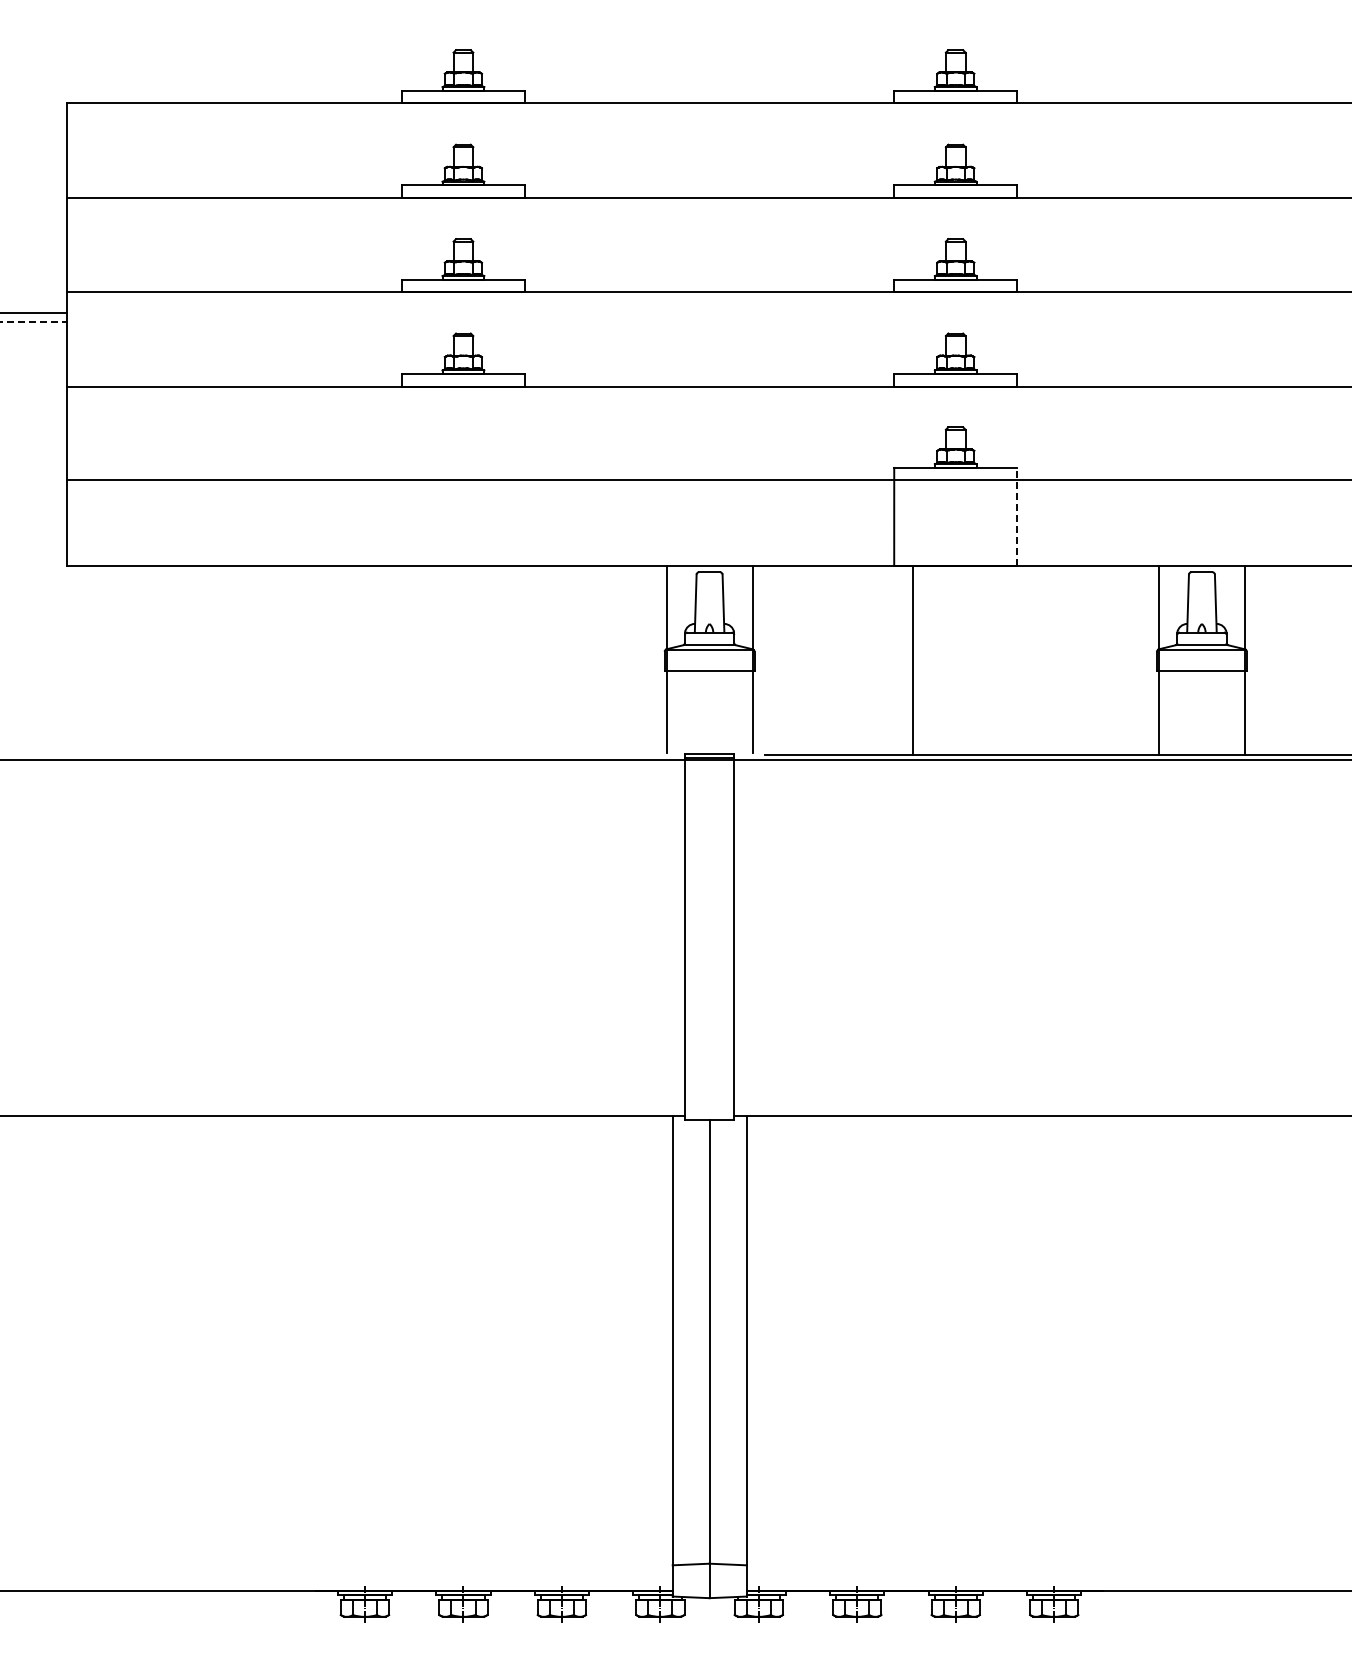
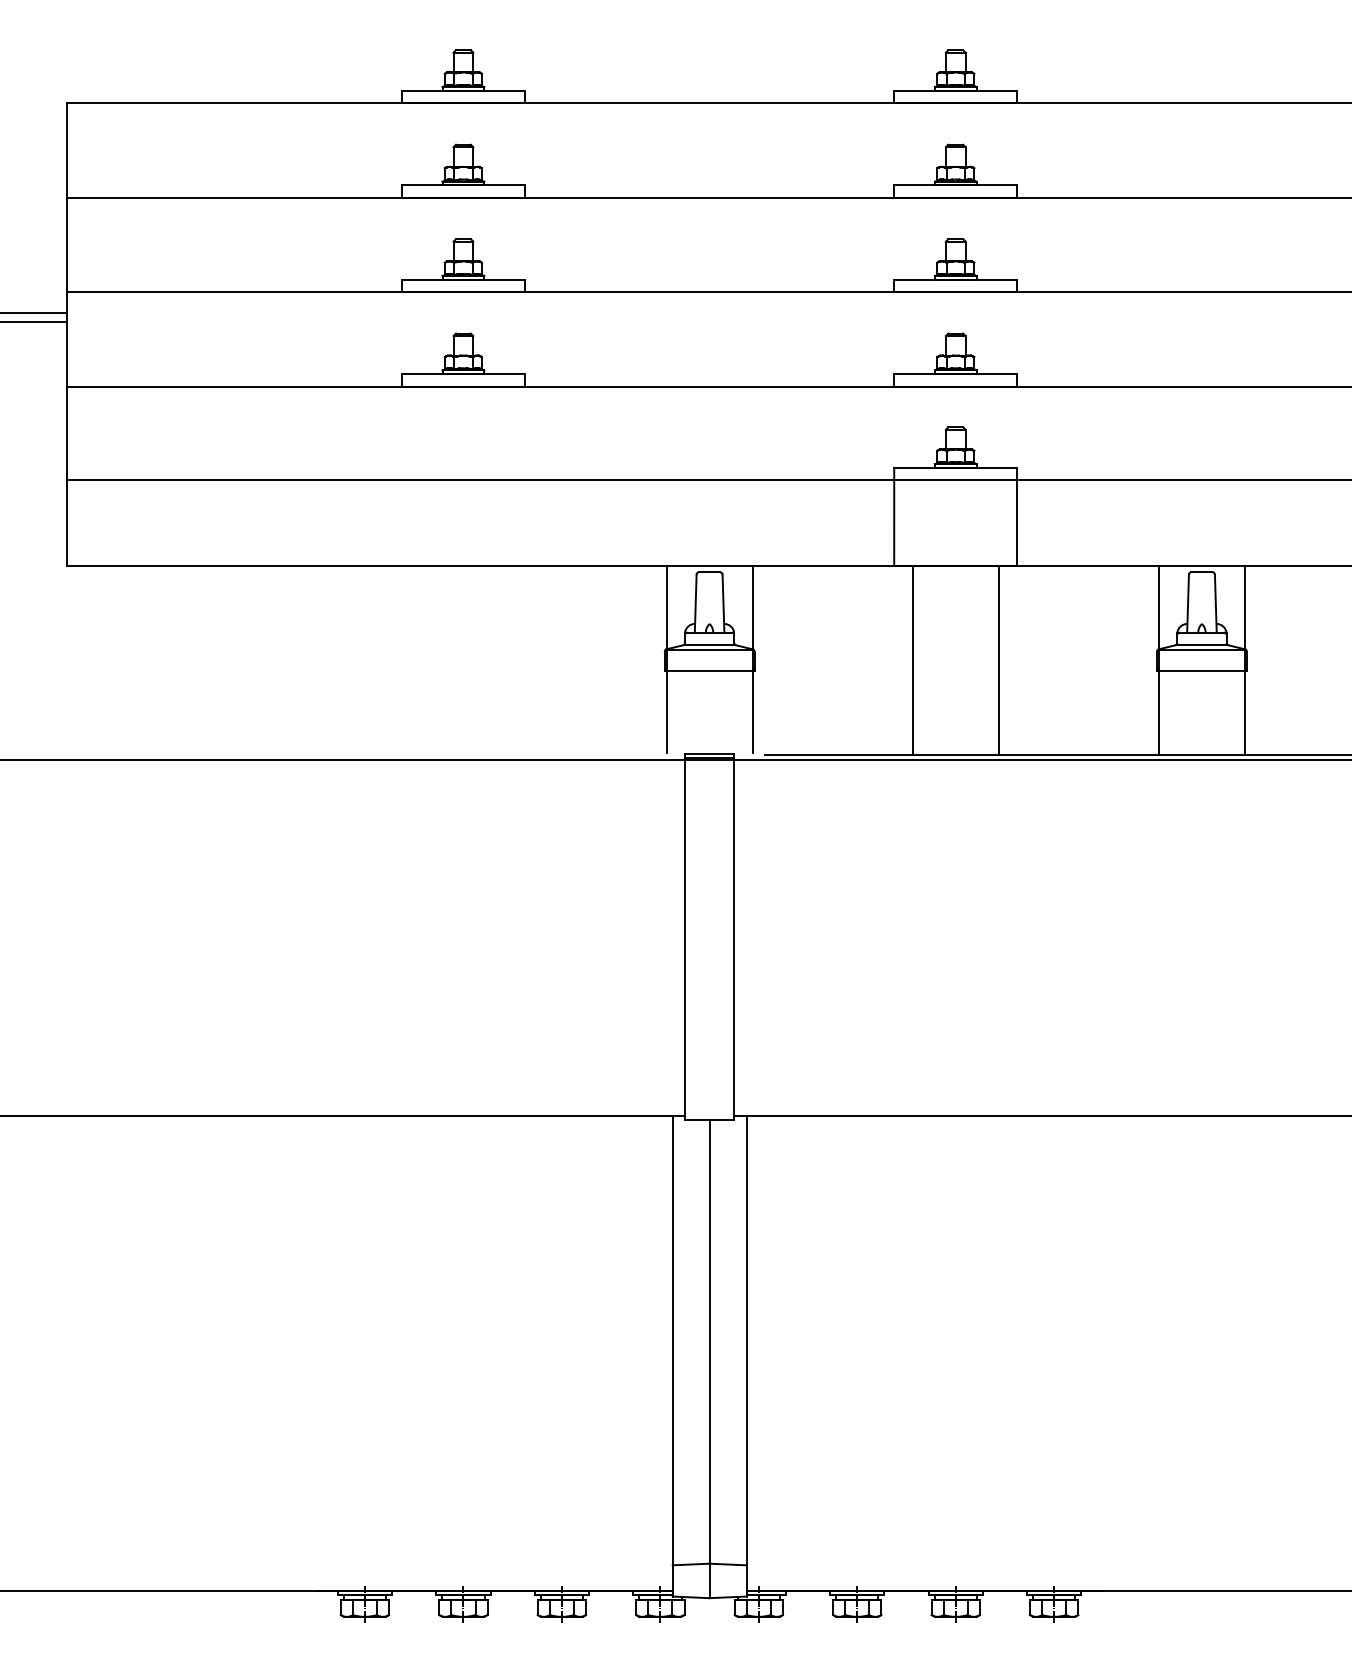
line at (34, 321): dashed -> solid
line at (1017, 516): dashed -> solid
line at (998, 660): none -> present
